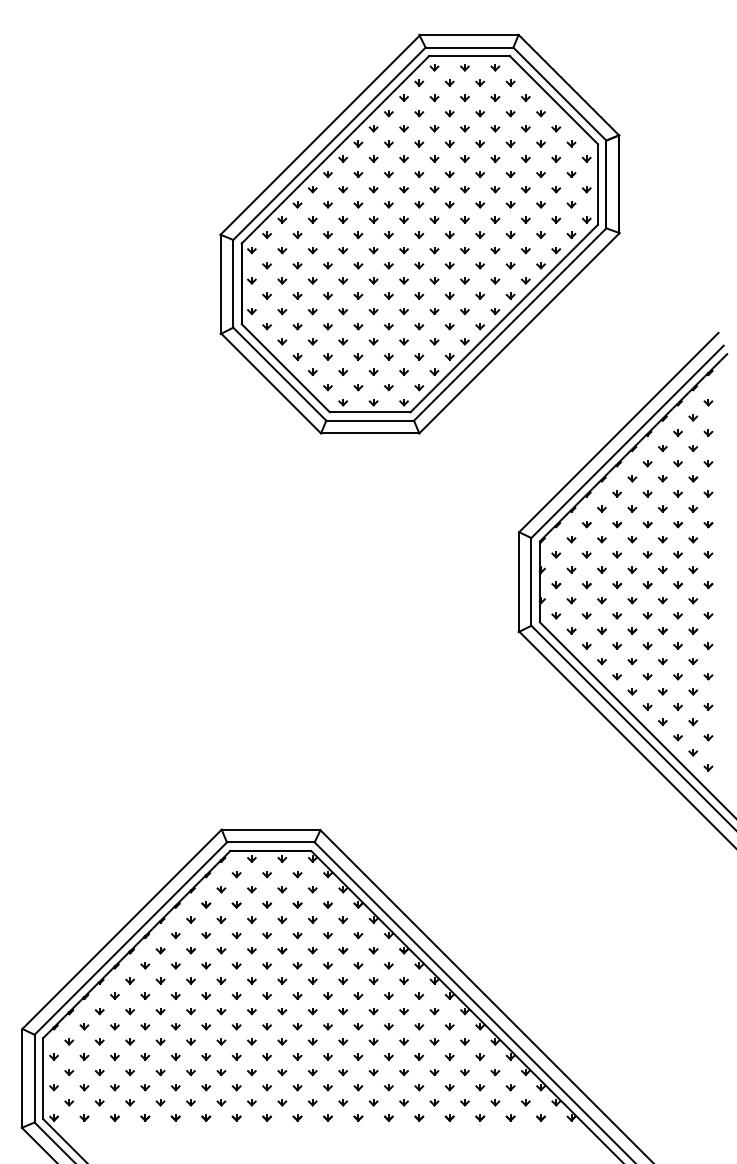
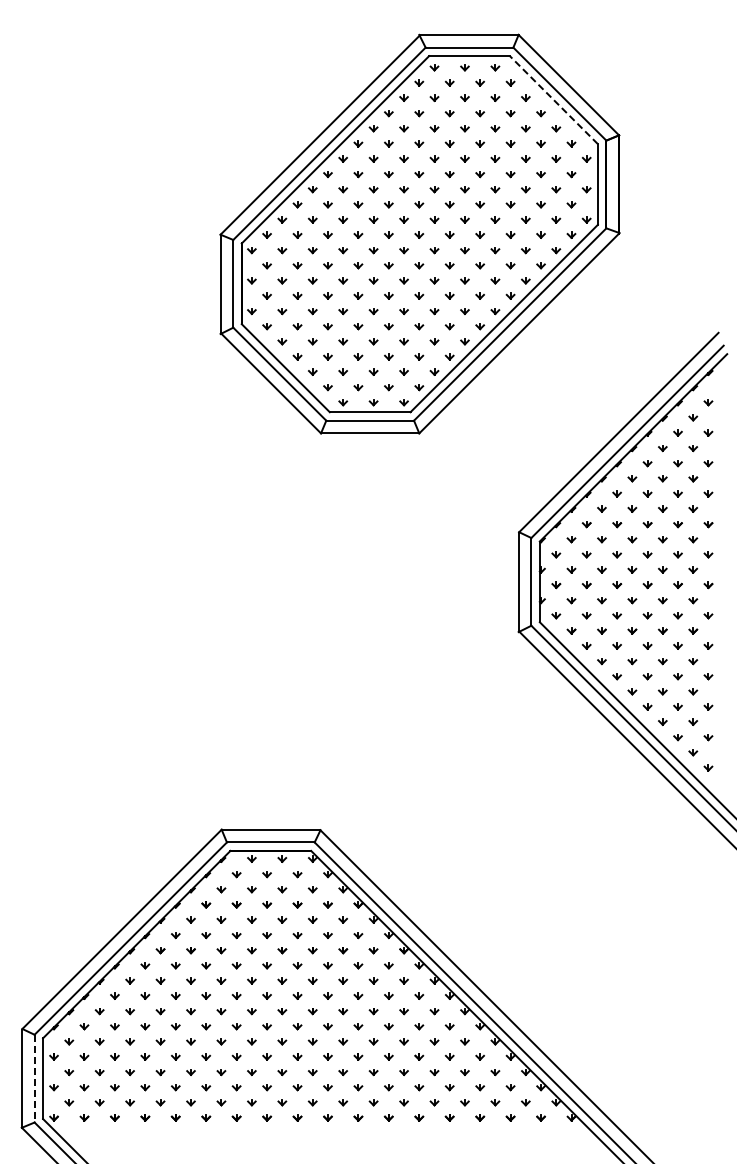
line at (553, 99): solid -> dashed
line at (34, 1078): solid -> dashed
